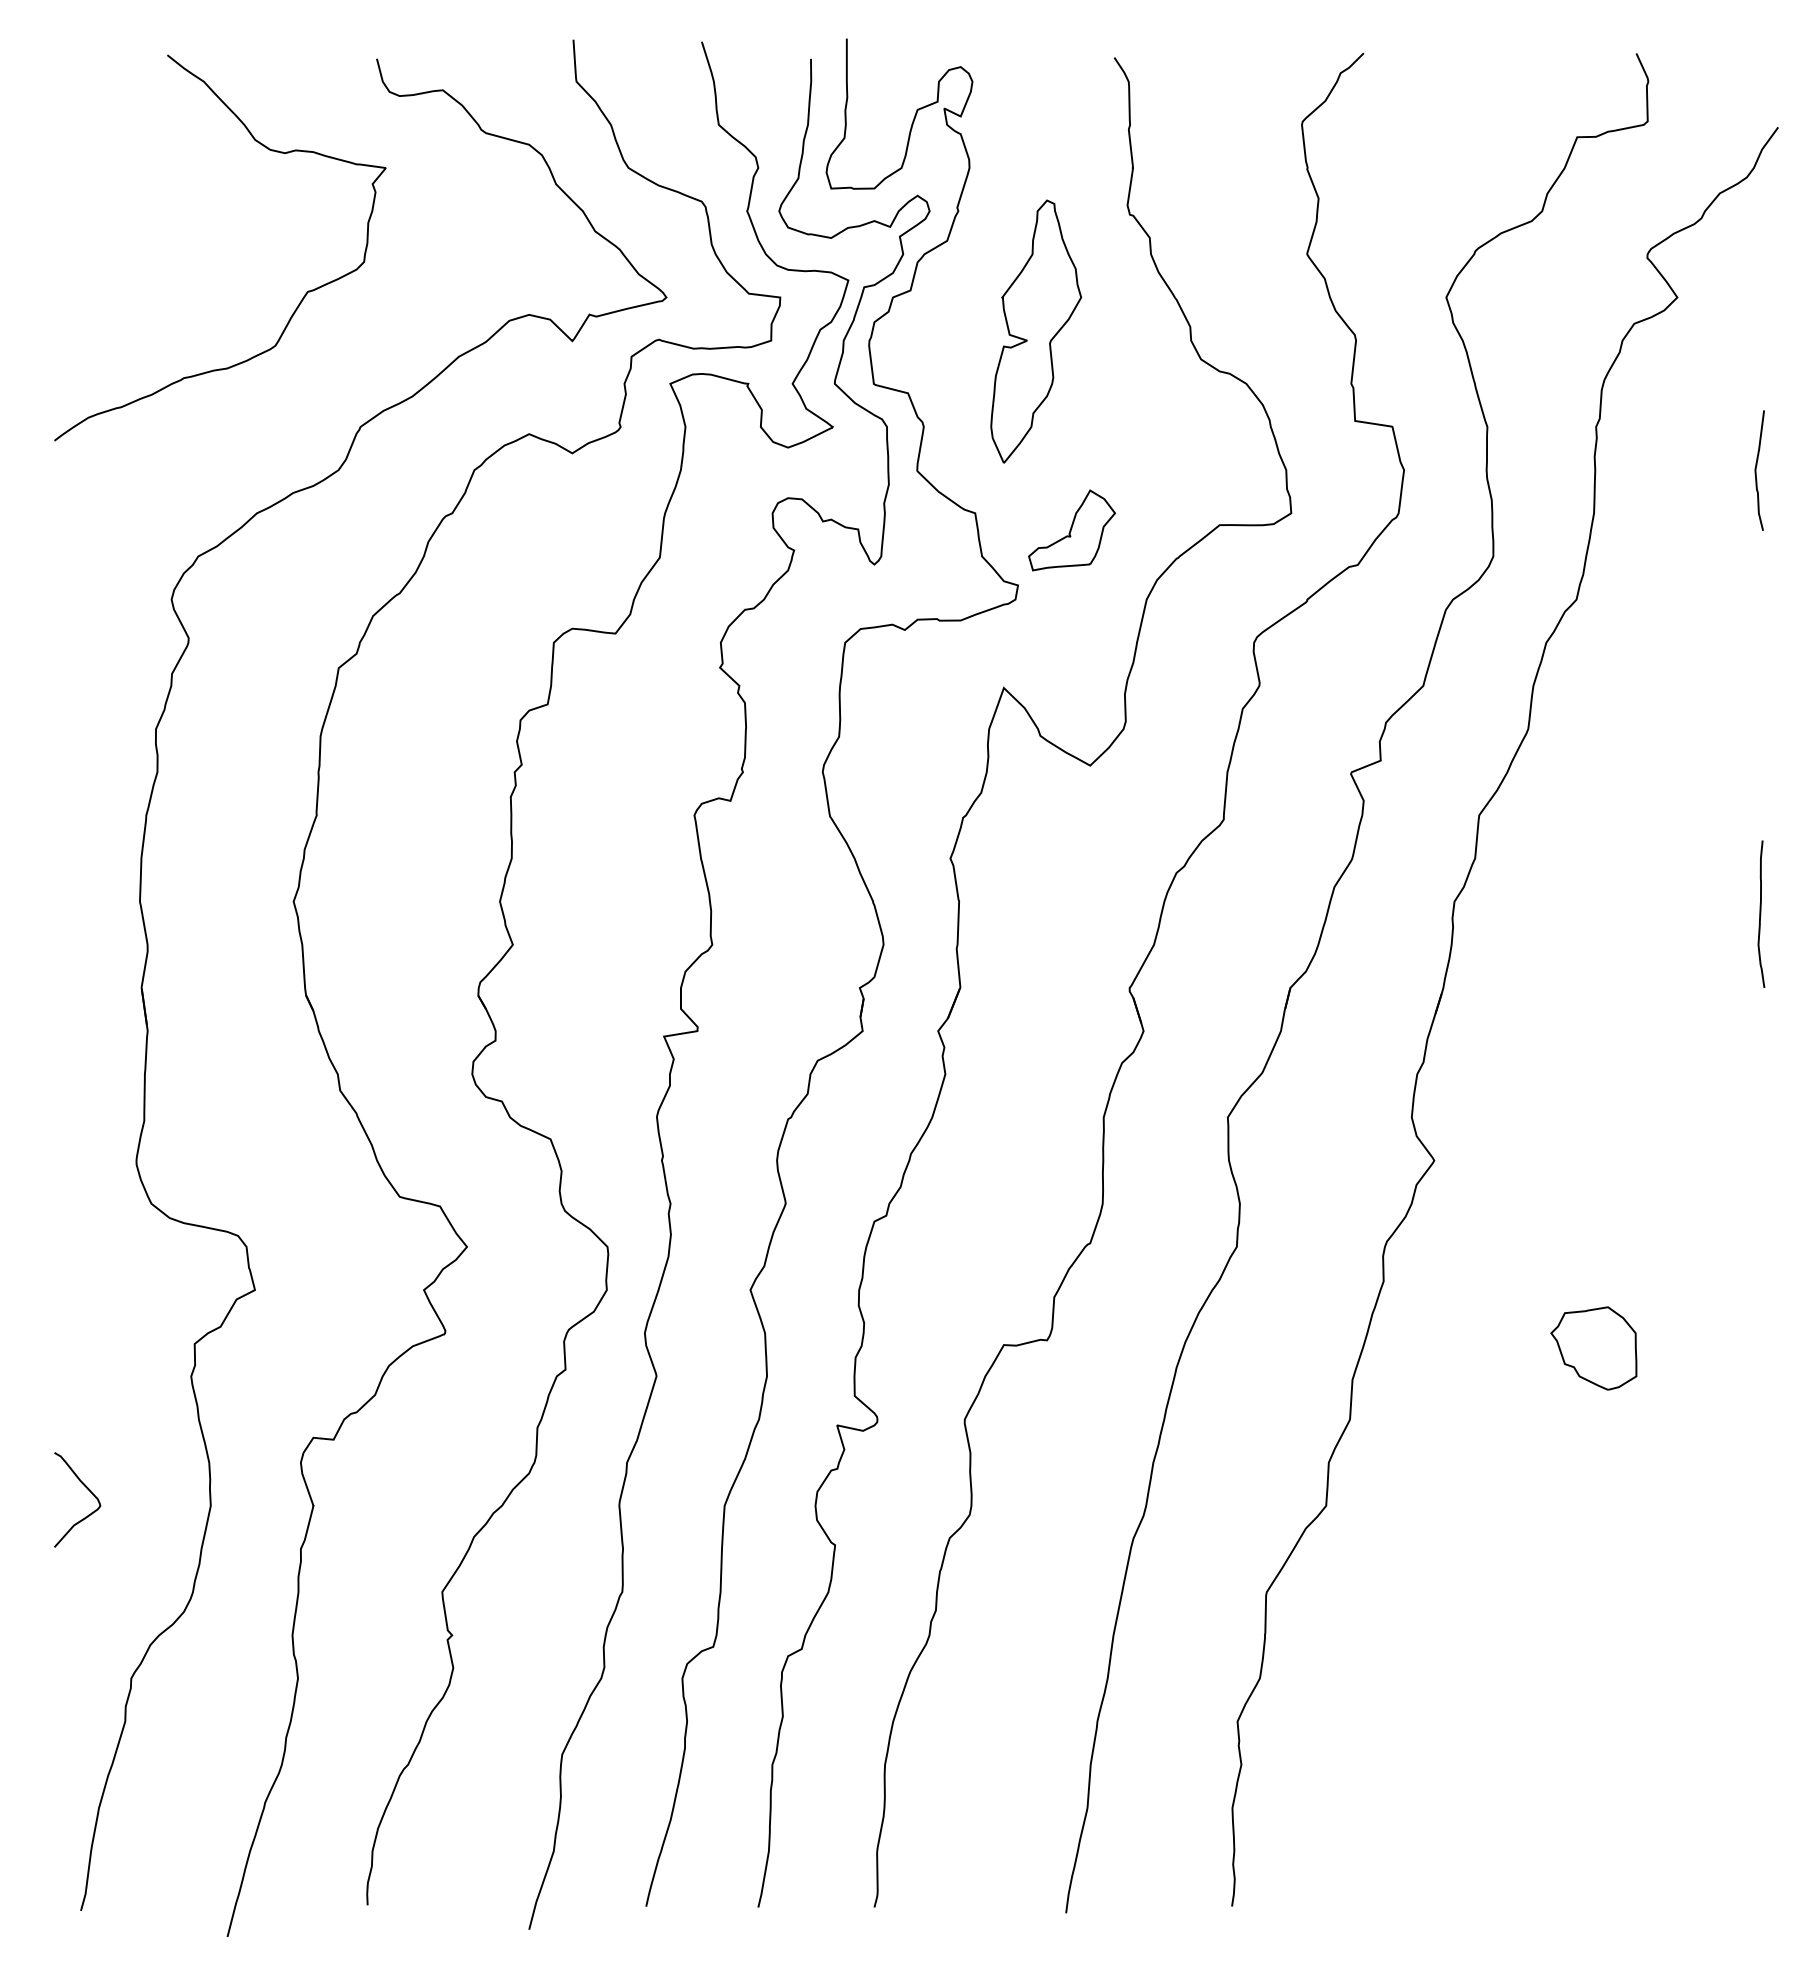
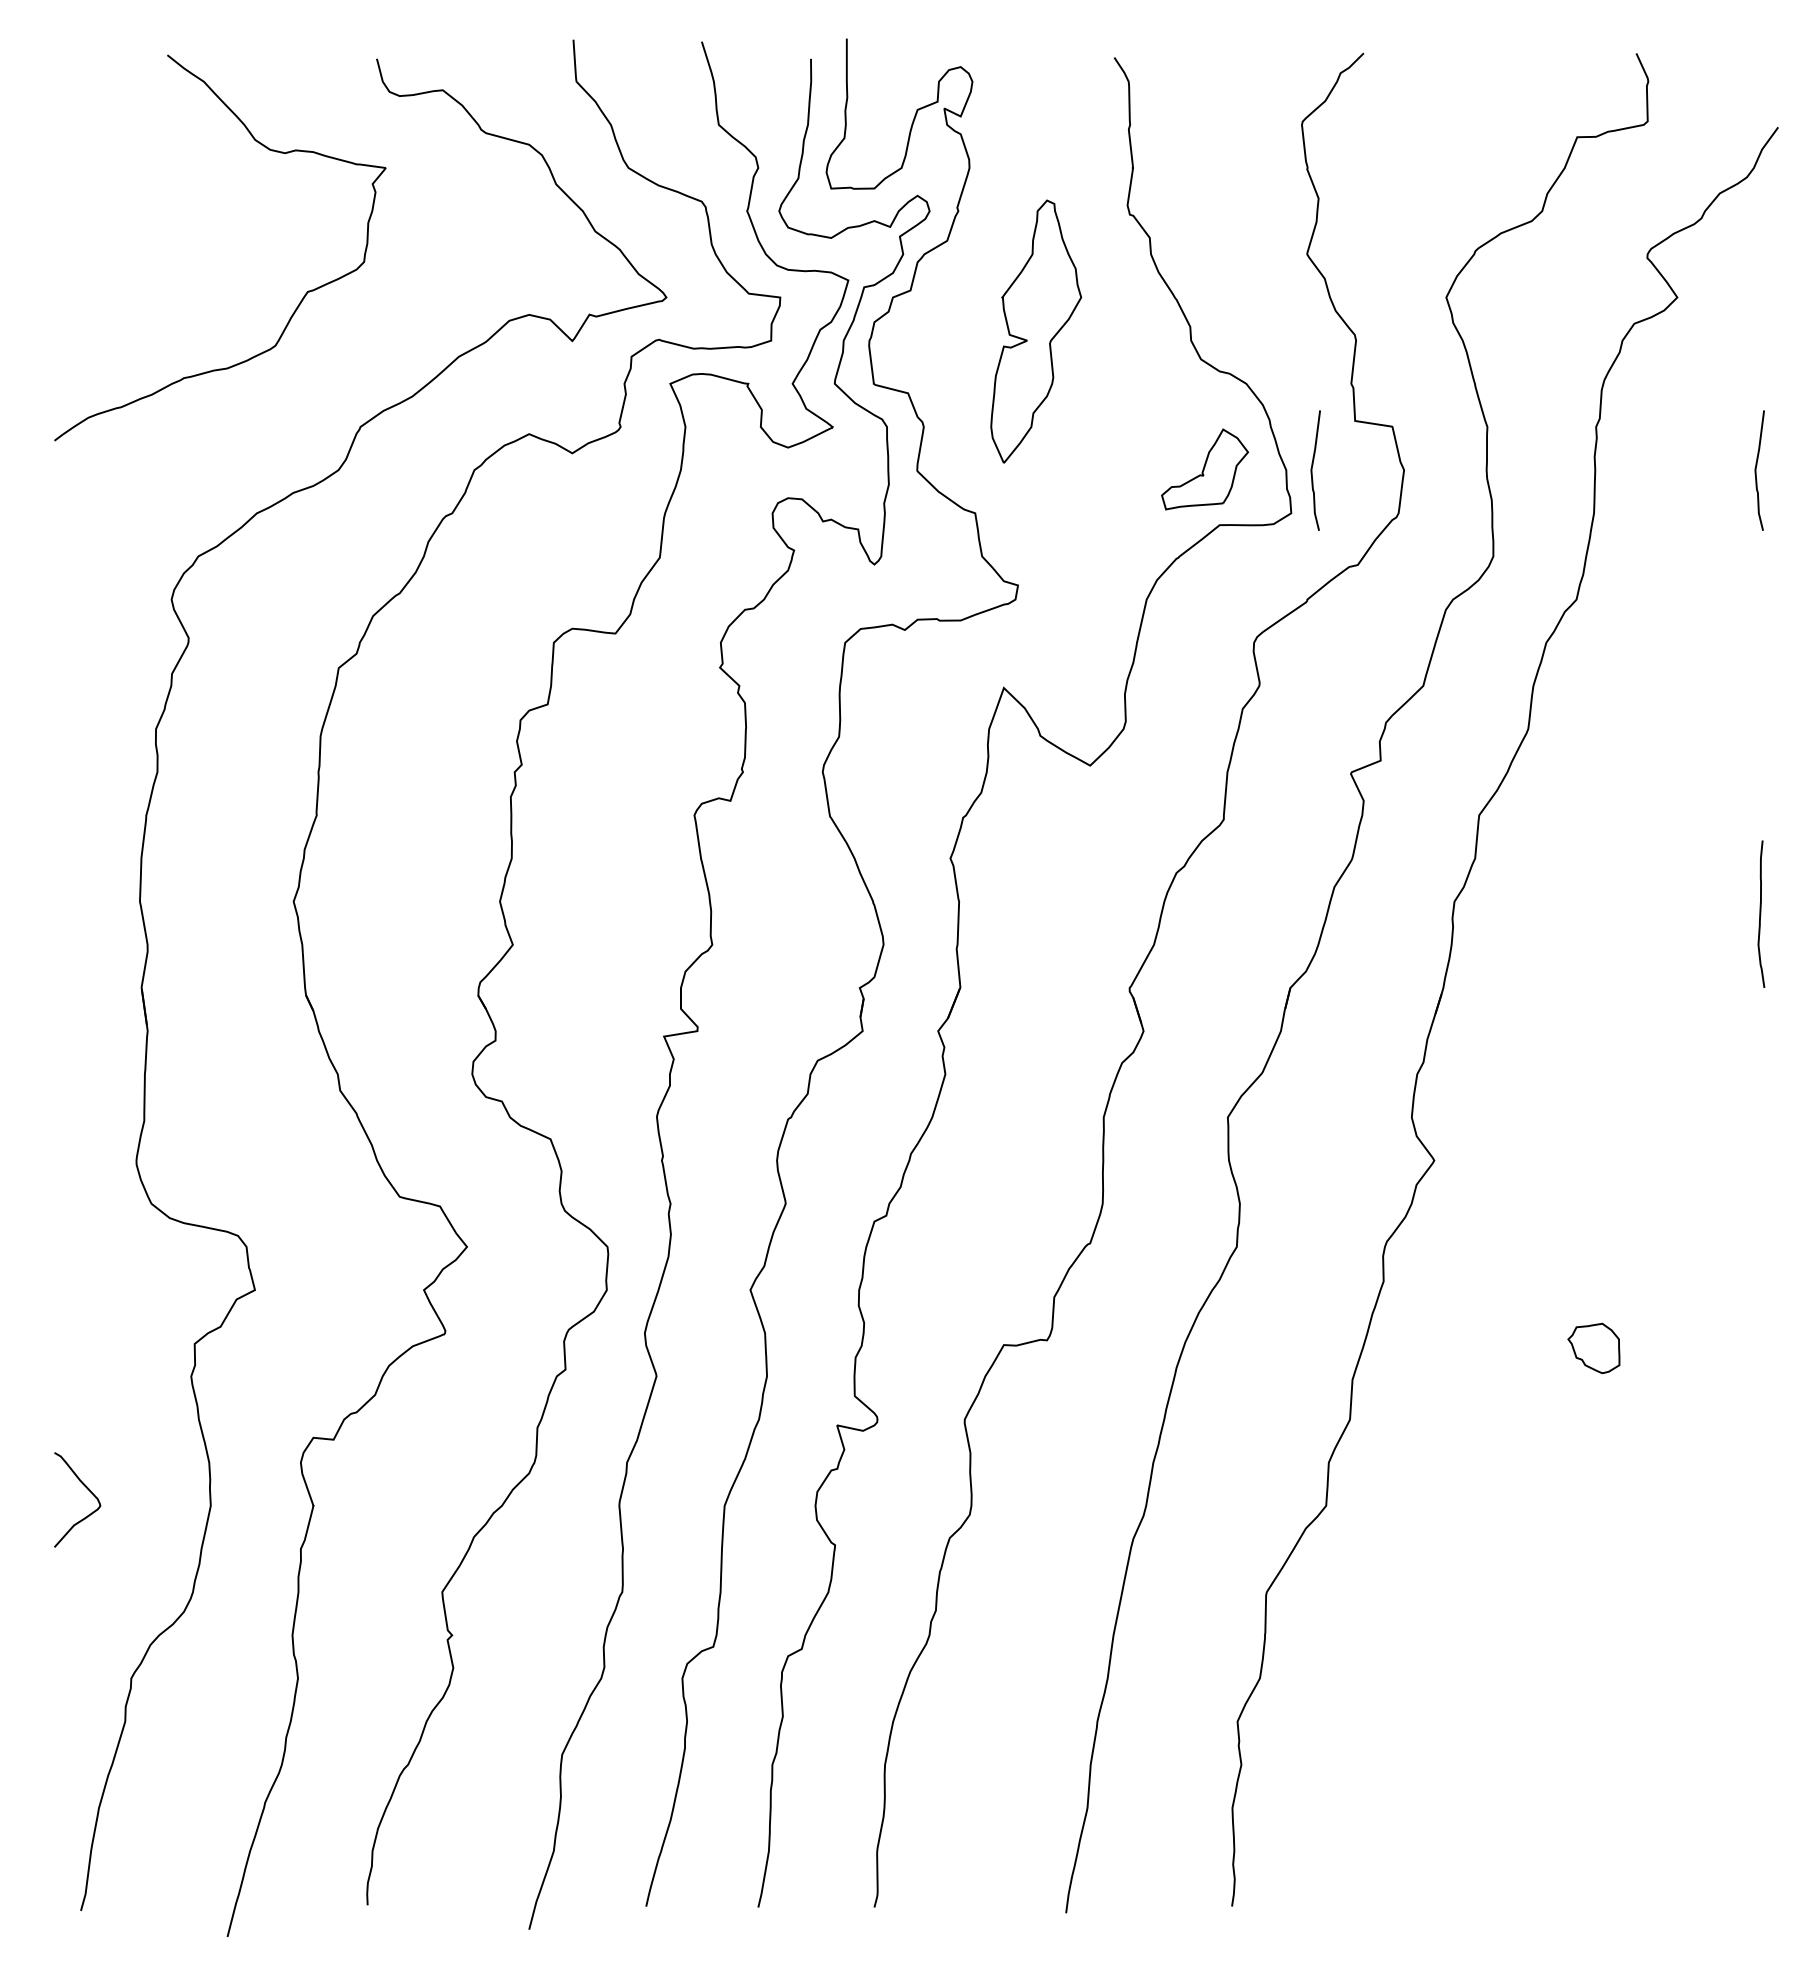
curve at (1312, 470): none -> present
part at (1072, 530) position: (1072, 530) -> (1205, 469)
part at (1593, 1348) size: 88x85 px -> 54x52 px
